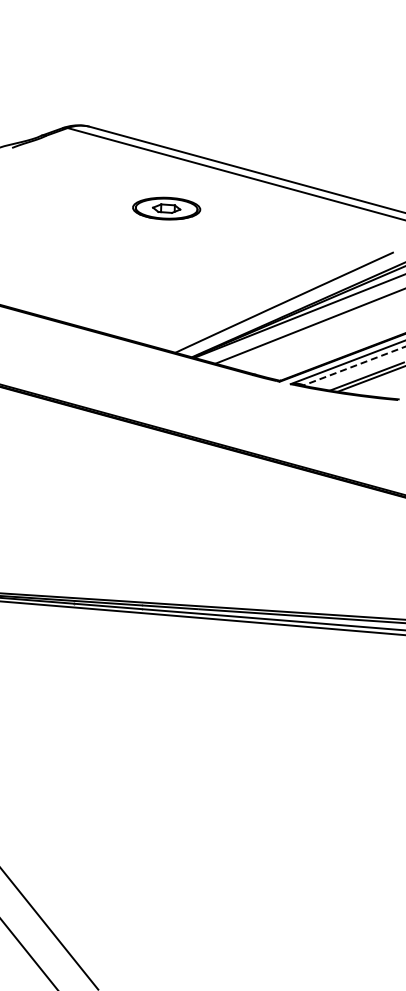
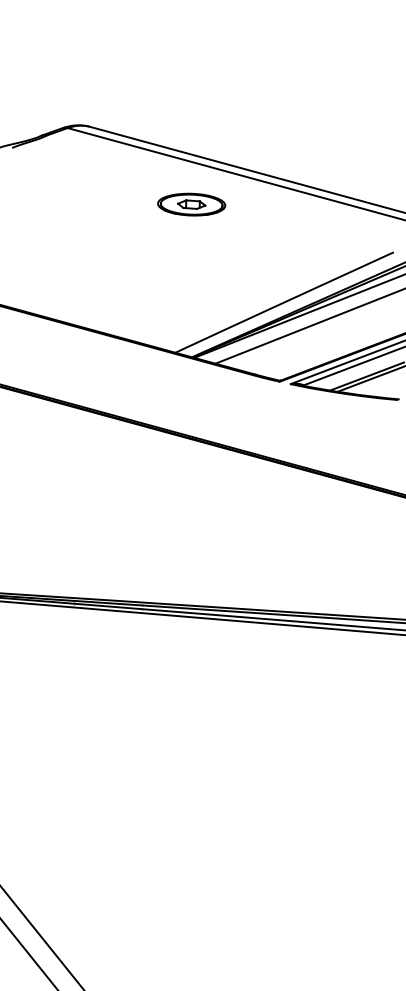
part at (166, 208) position: (166, 208) -> (191, 204)
line at (354, 366): dashed -> solid
line at (49, 928) position: (49, 928) -> (41, 937)
